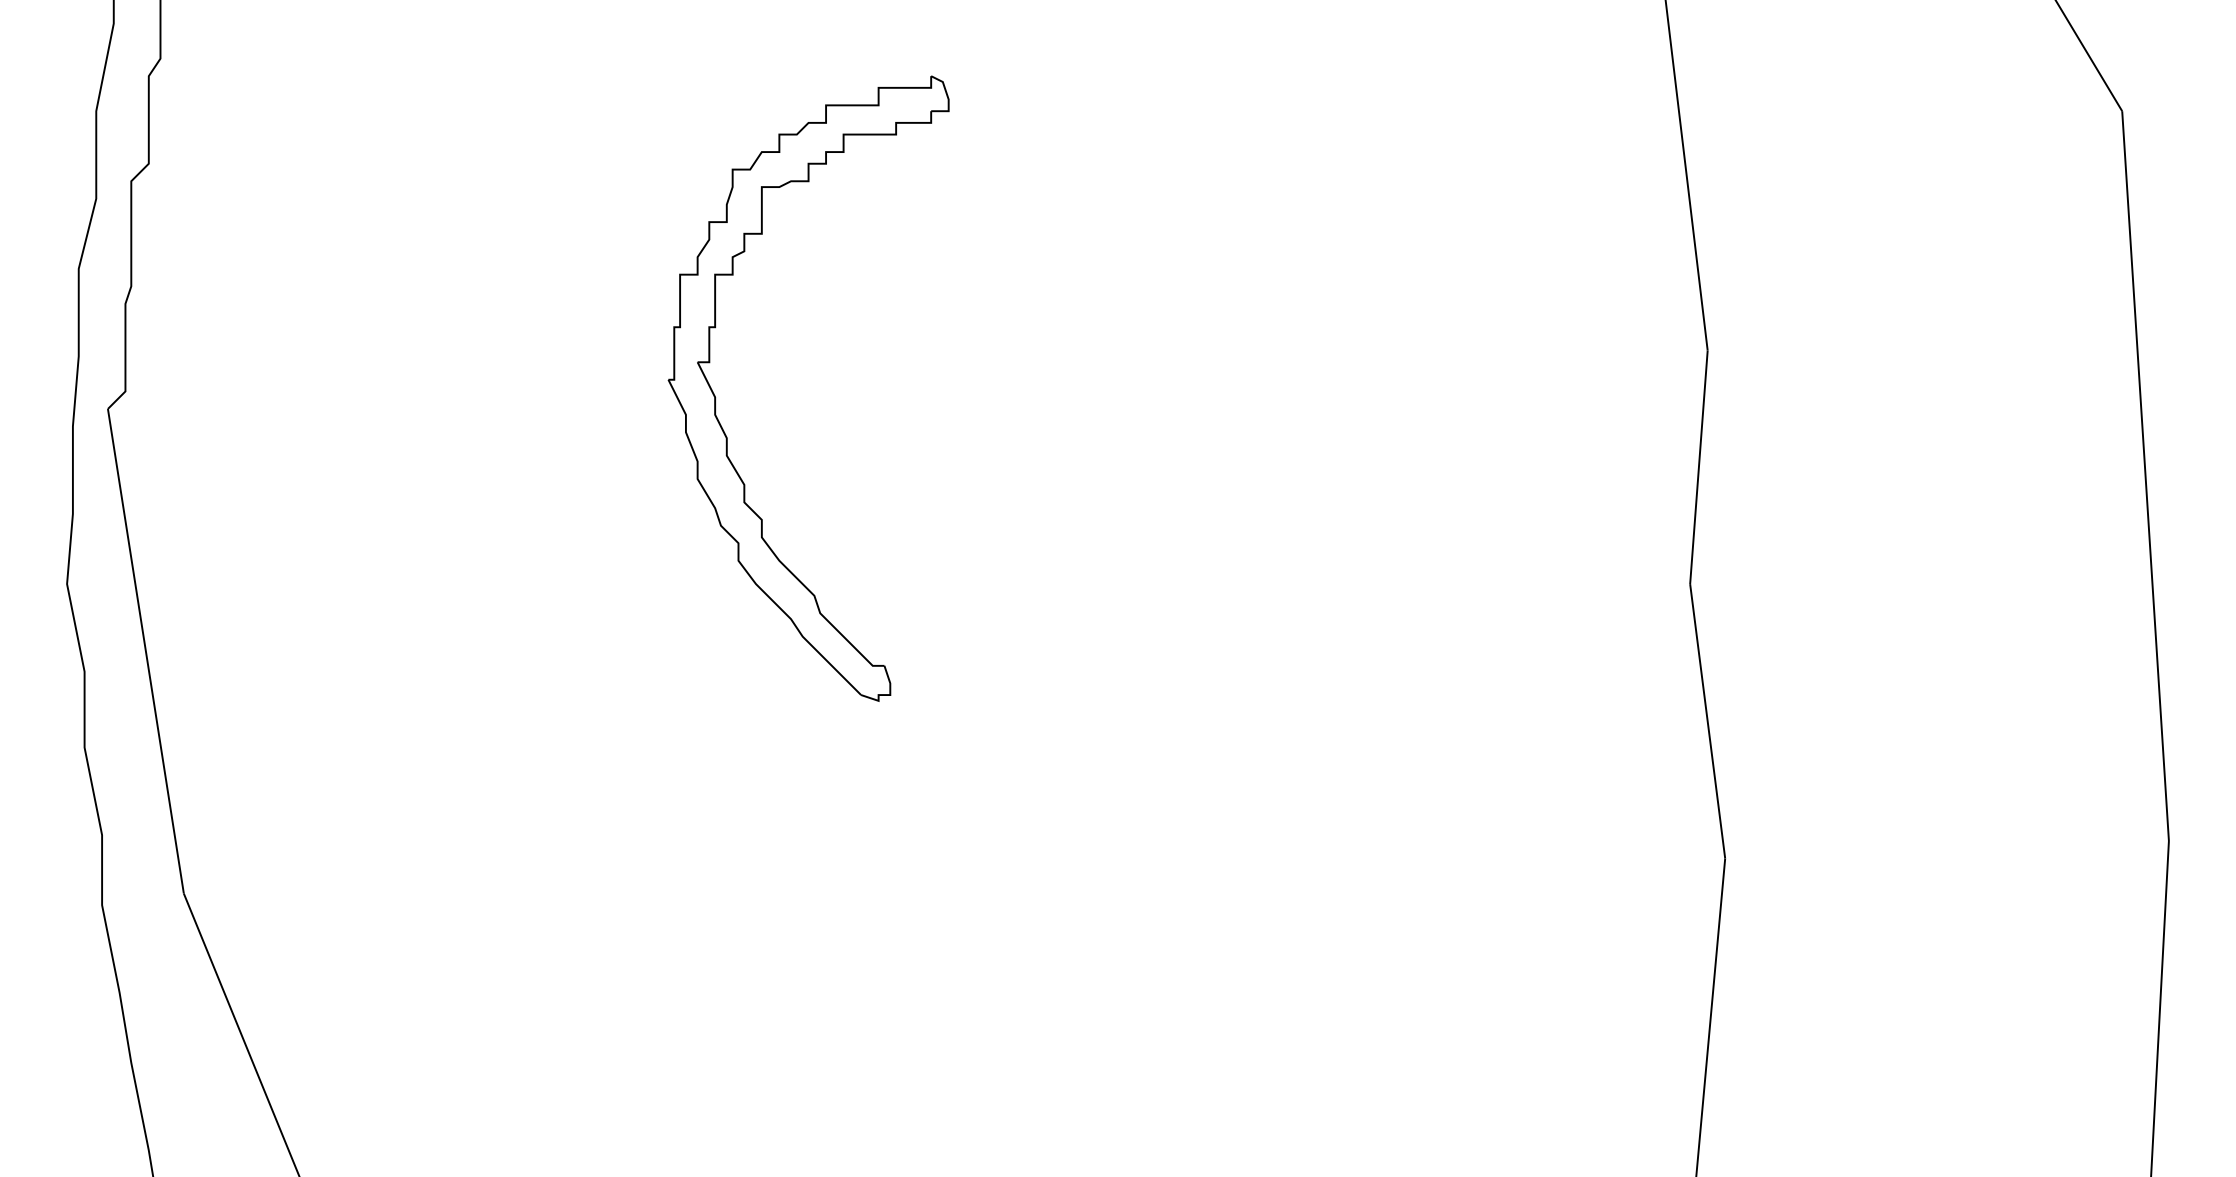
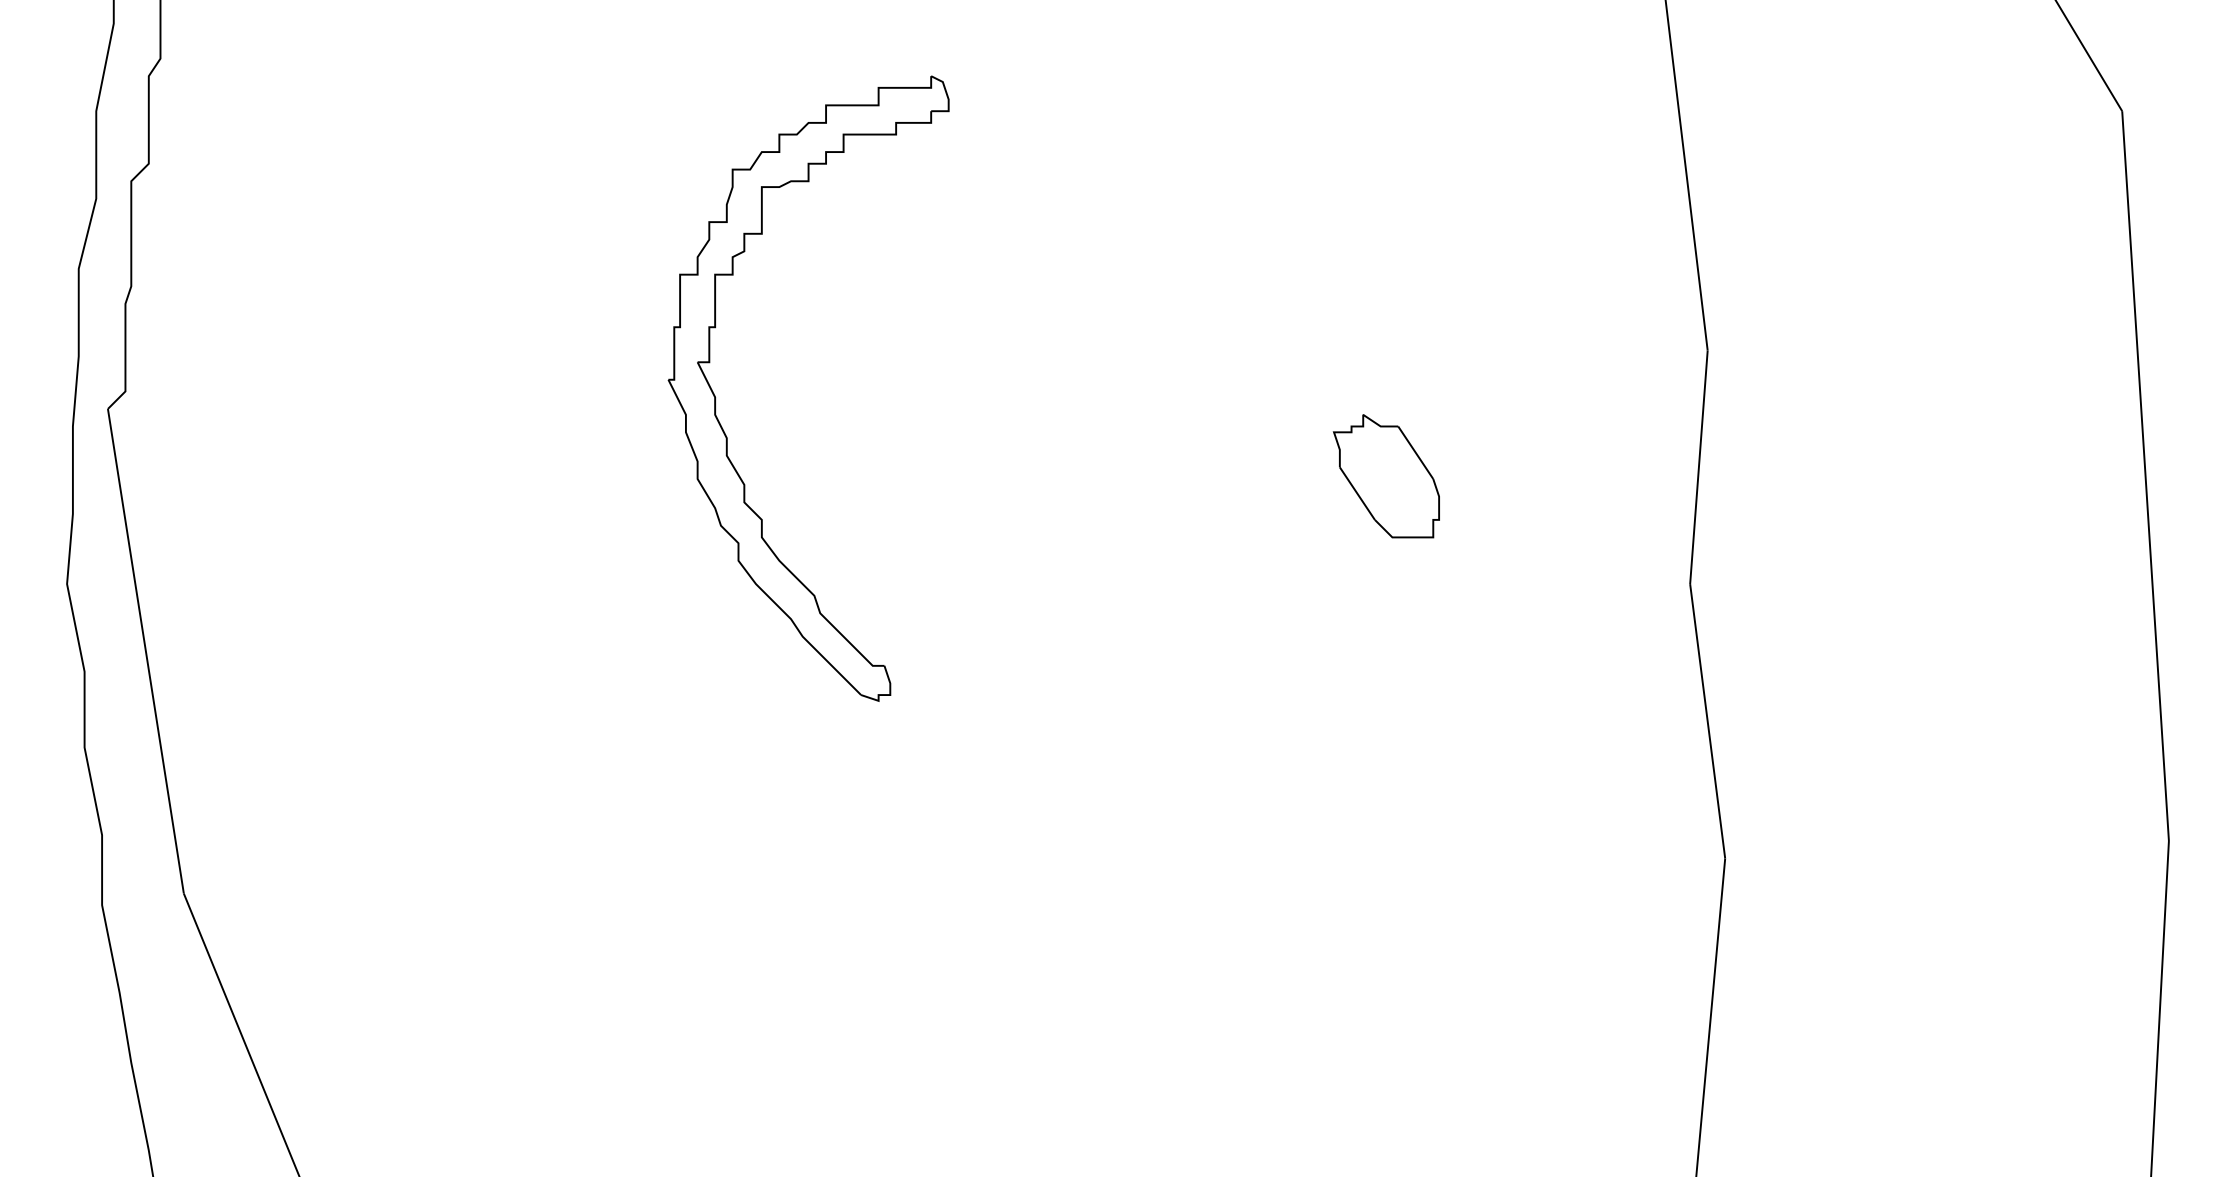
part at (1385, 476): none -> present
